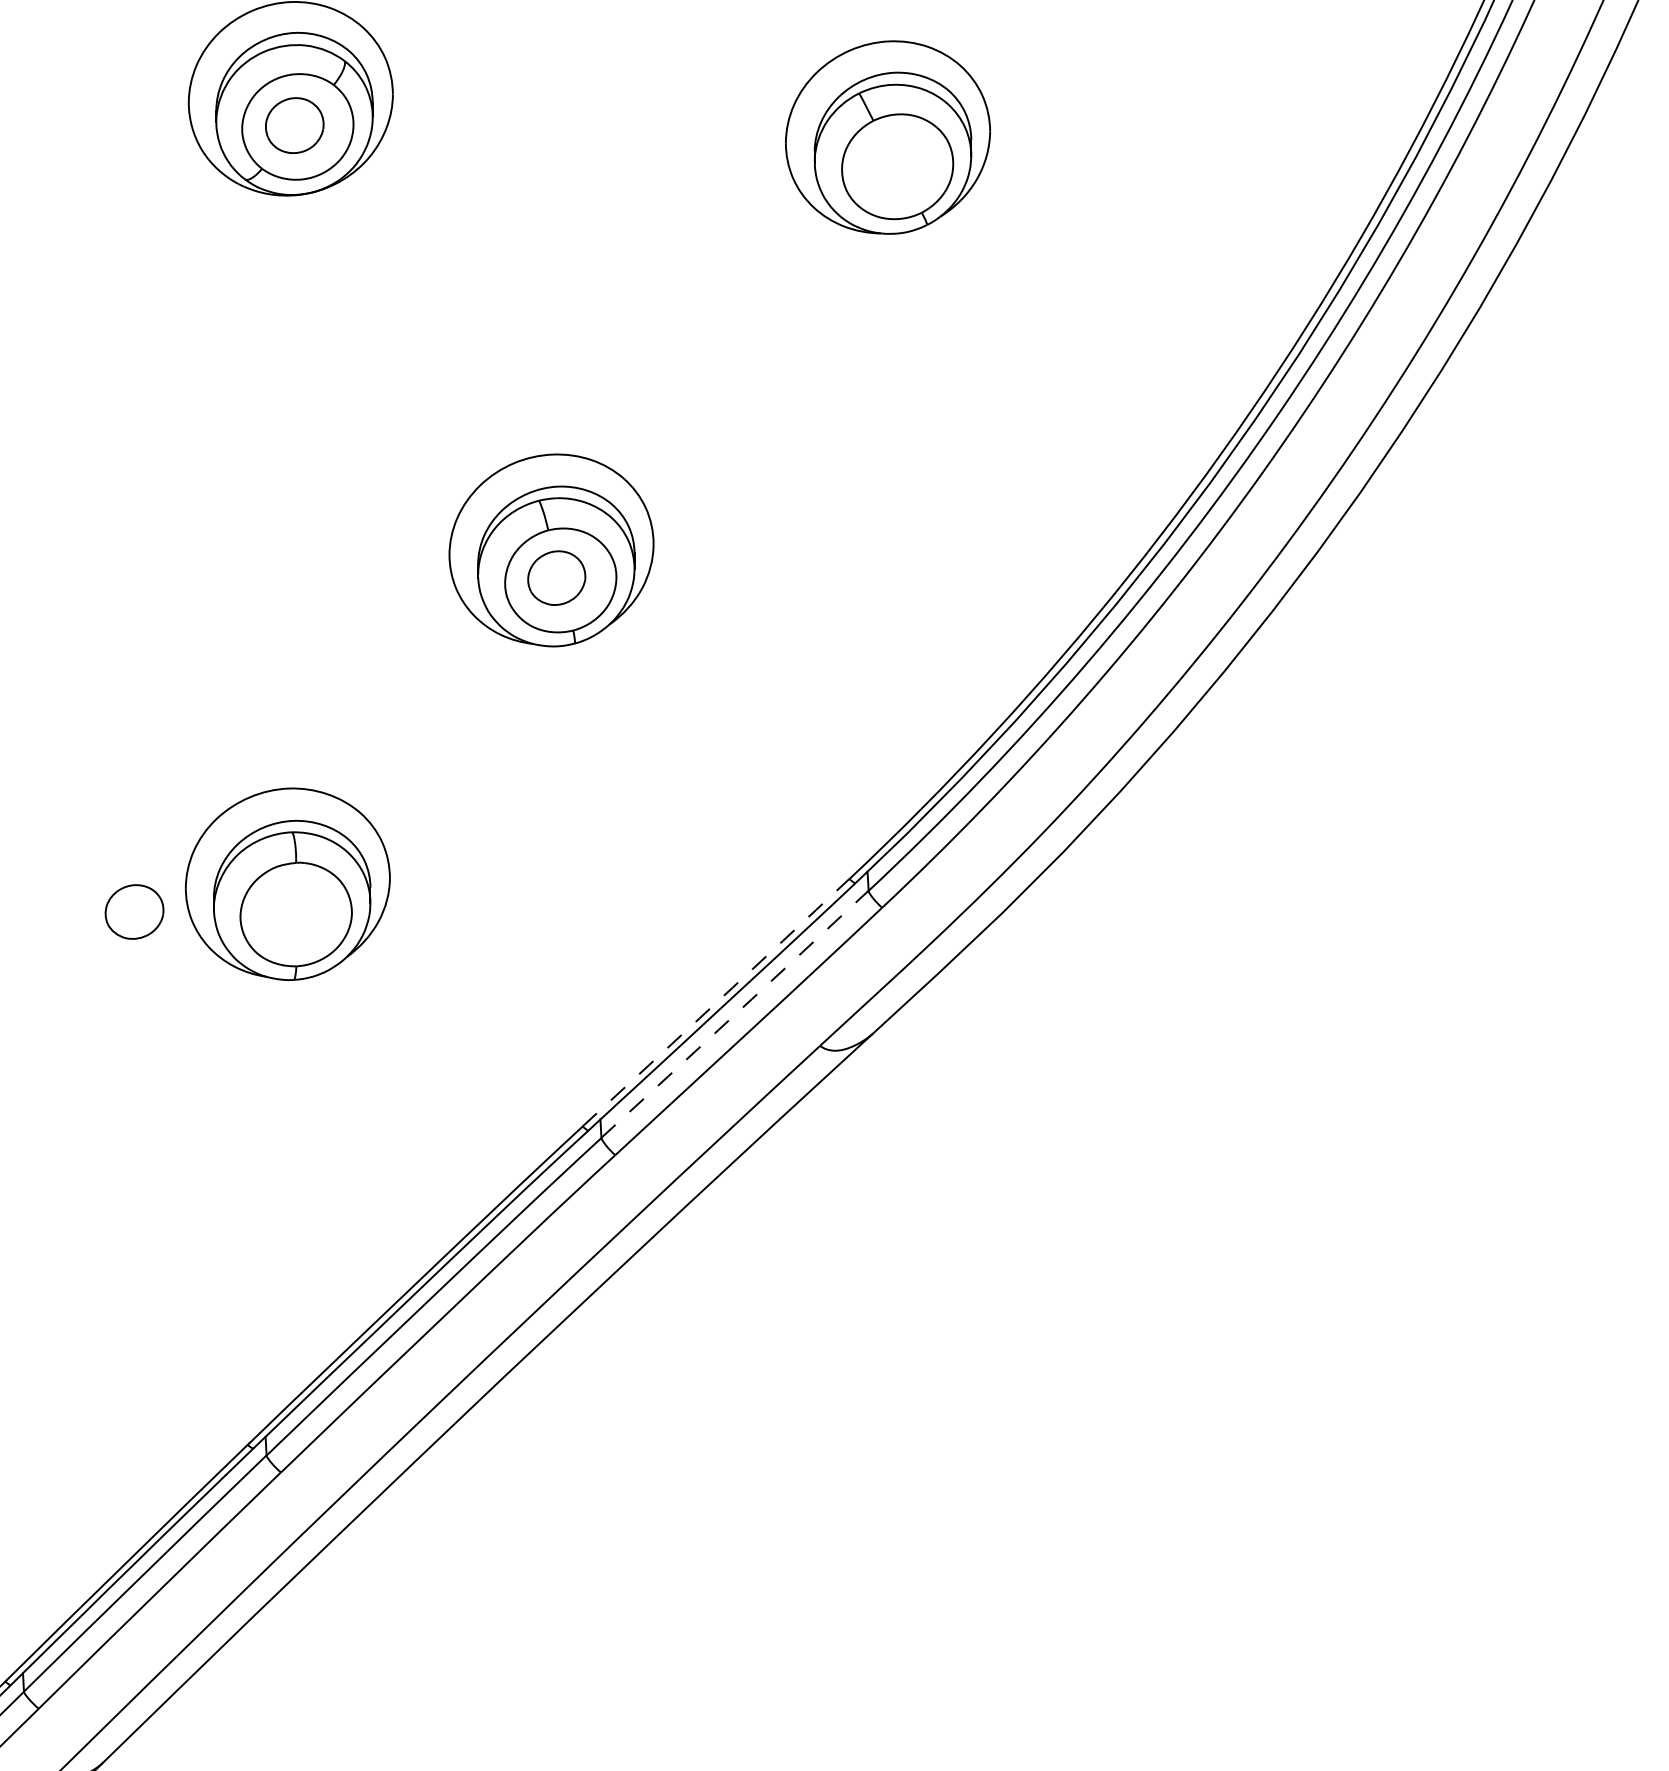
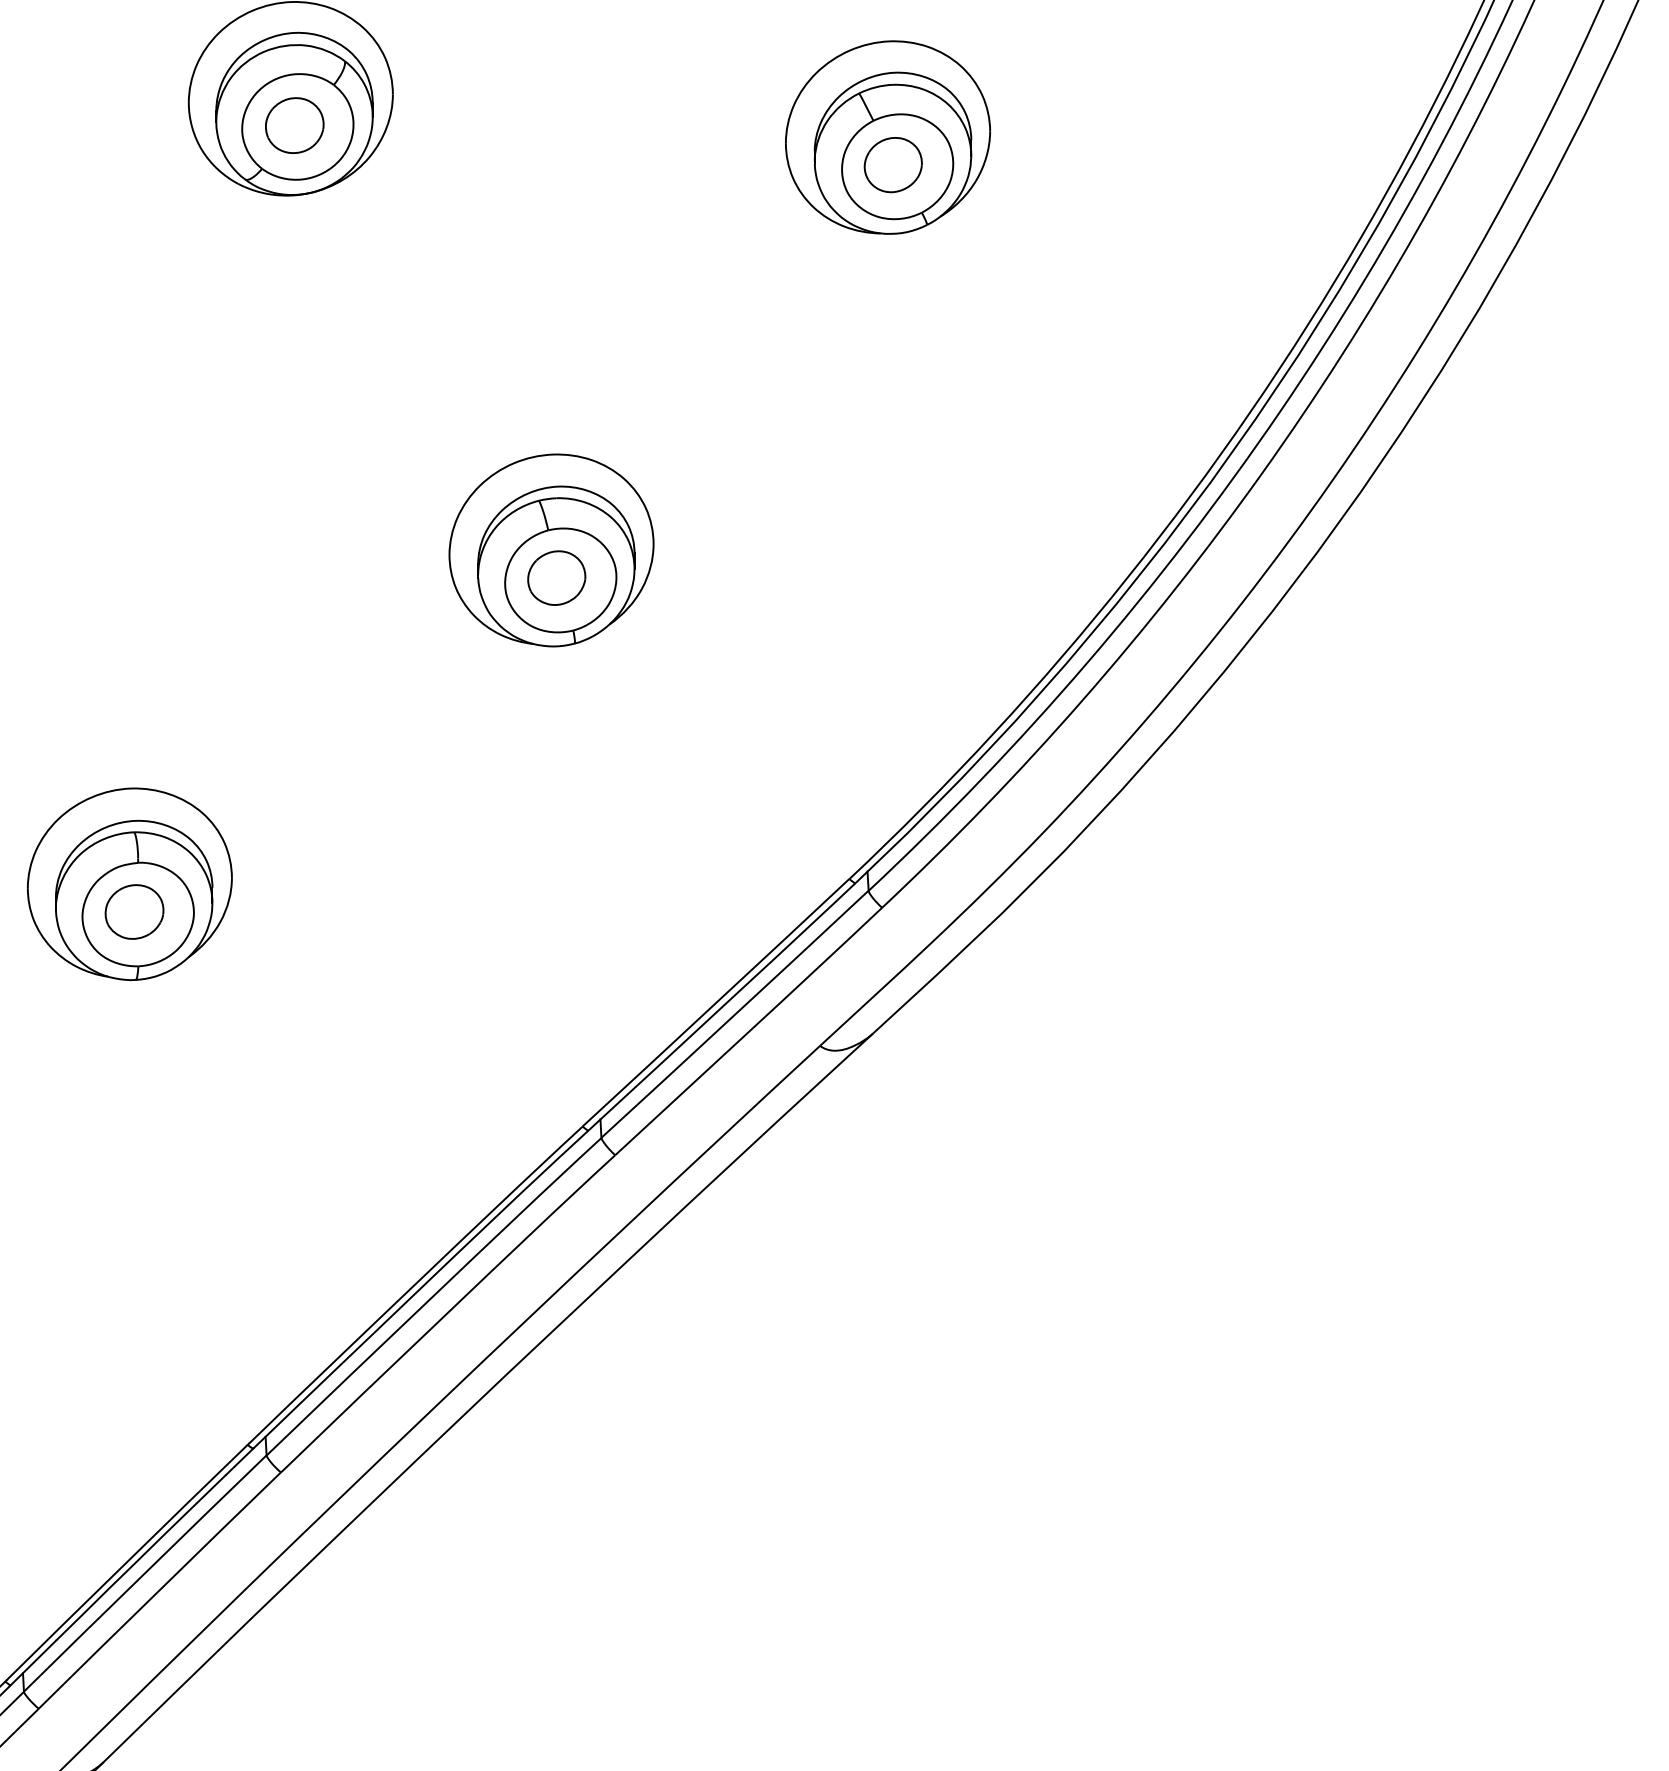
part at (892, 165): none -> present
part at (287, 884) position: (287, 884) -> (129, 884)
arc at (716, 1002): dashed -> solid
arc at (735, 1014): dashed -> solid
